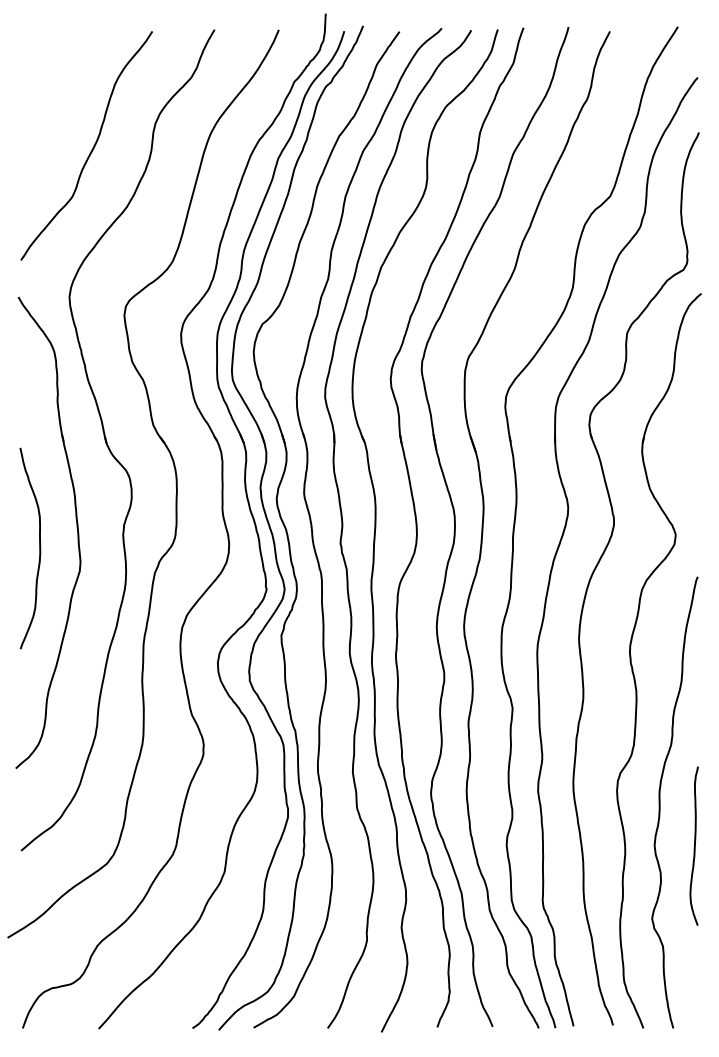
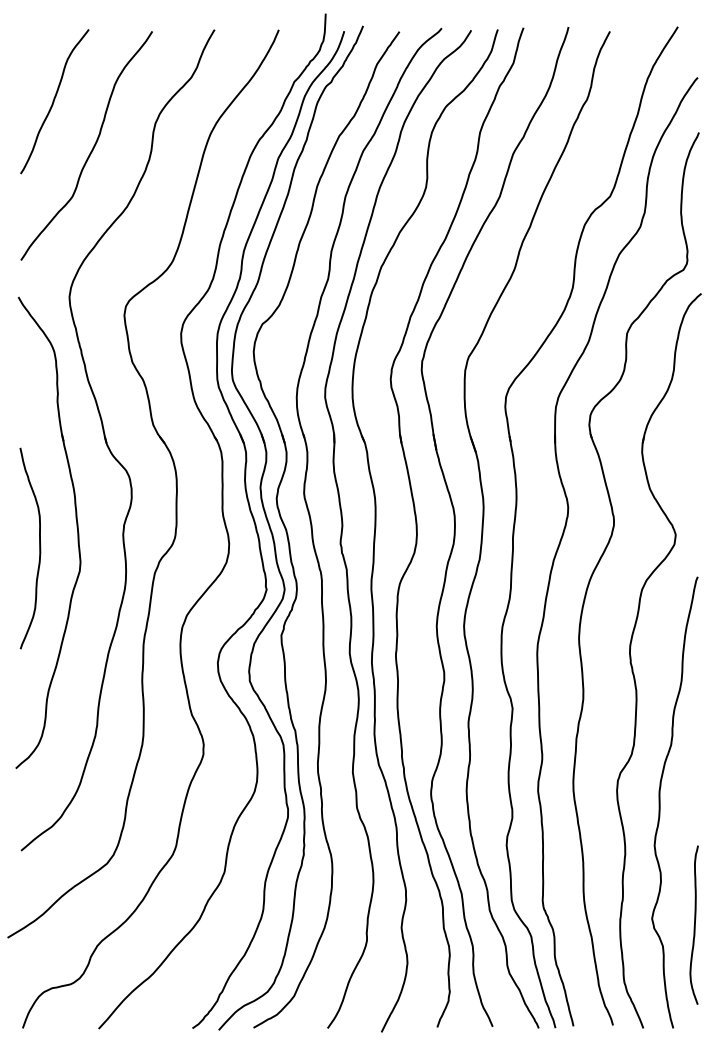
curve at (54, 101): none -> present
curve at (694, 845) position: (694, 845) -> (694, 924)
